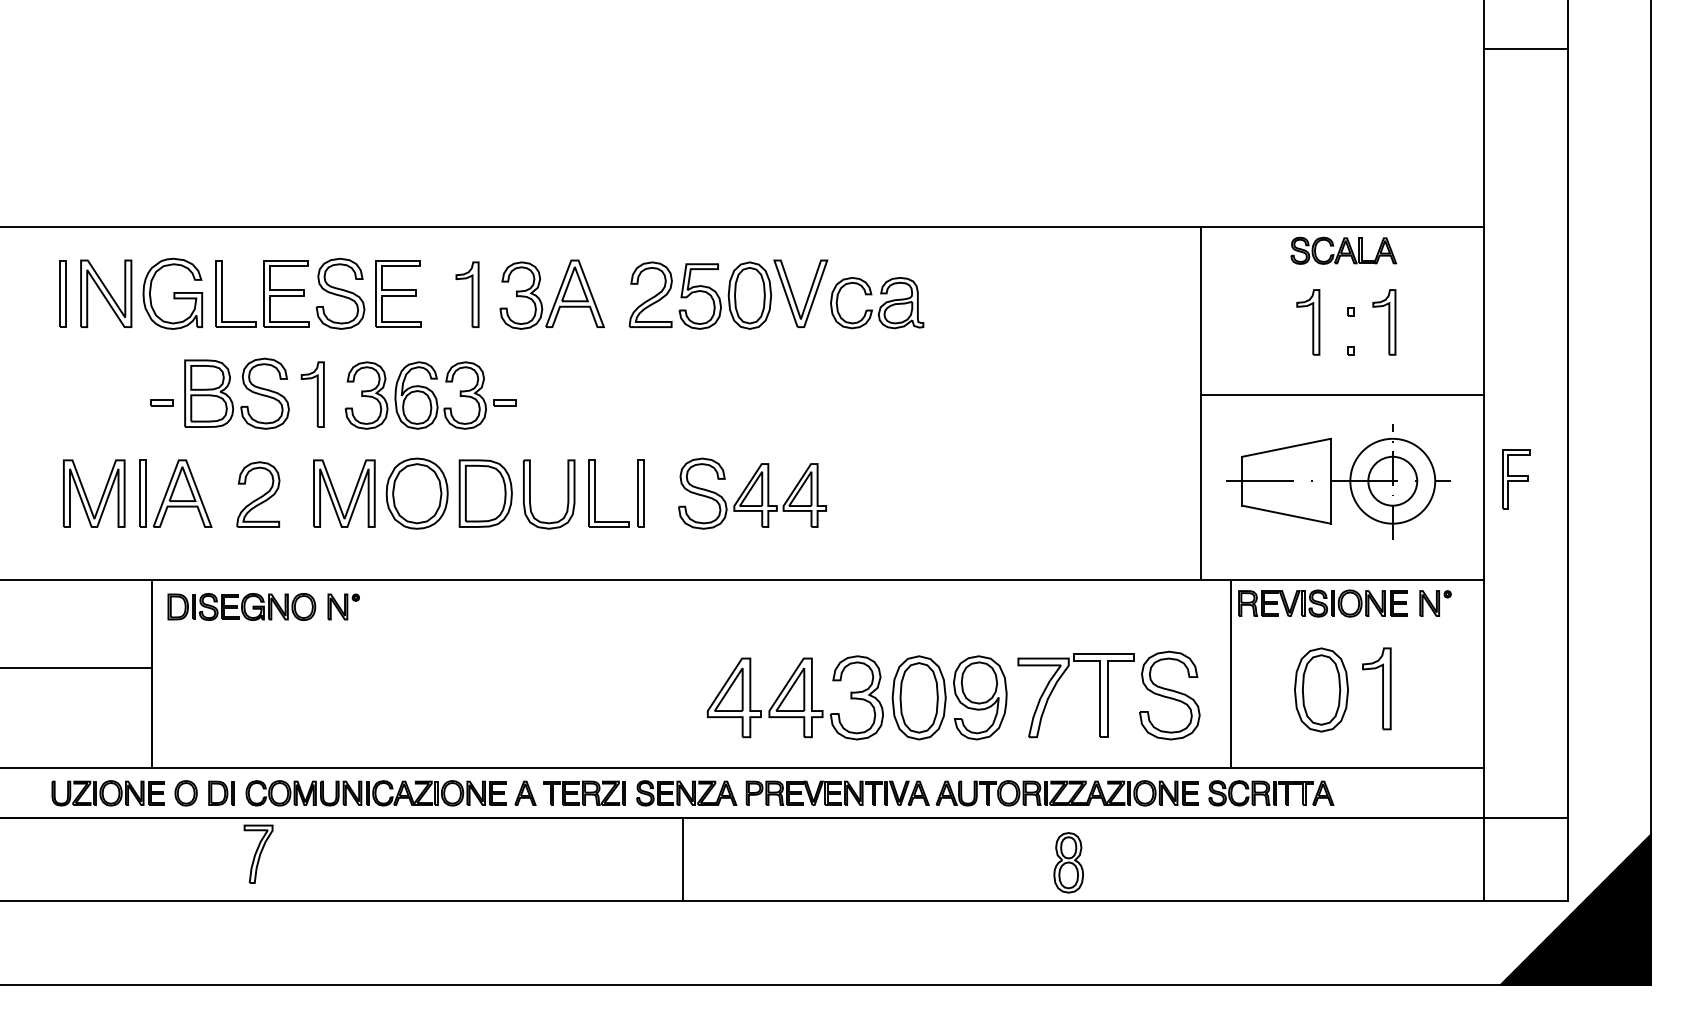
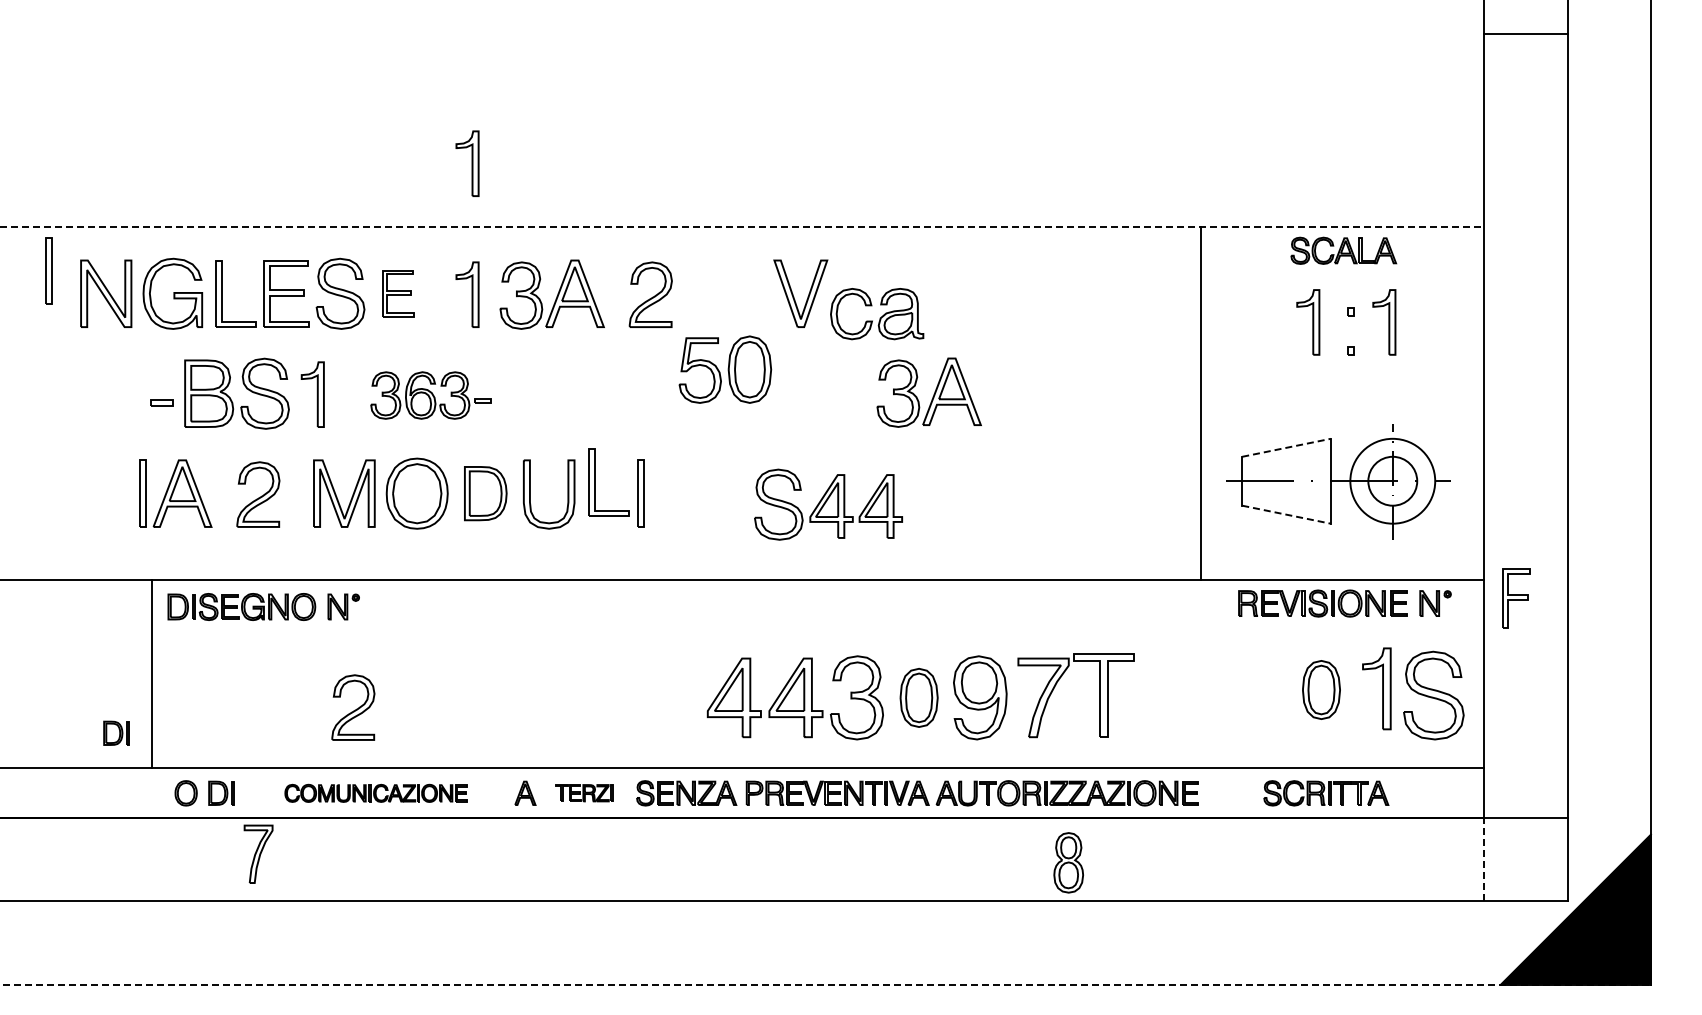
line at (1525, 49) position: (1525, 49) -> (1525, 34)
part at (467, 163): none -> present
line at (742, 226): solid -> dashed
part at (62, 293) position: (62, 293) -> (48, 270)
part at (398, 293) size: 47x68 px -> 33x48 px
part at (725, 295) position: (725, 295) -> (725, 369)
part at (877, 303) position: (877, 303) -> (877, 314)
part at (928, 392): none -> present
part at (430, 395) size: 173x69 px -> 122x49 px
line at (1342, 395): present -> none
line at (1286, 447): solid -> dashed
part at (1516, 479) position: (1516, 479) -> (1516, 598)
part at (485, 493) size: 55x69 px -> 44x56 px
part at (595, 493) position: (595, 493) -> (595, 482)
part at (752, 493) position: (752, 493) -> (828, 504)
part at (101, 496): present -> none
line at (1286, 514): solid -> dashed
line at (77, 668): present -> none
line at (1231, 673): present -> none
part at (1321, 689) size: 55x86 px -> 39x60 px
part at (1169, 695) position: (1169, 695) -> (1433, 695)
part at (918, 697) size: 56x86 px -> 40x60 px
part at (353, 707): none -> present
part at (116, 732): none -> present
part at (584, 792) size: 83x26 px -> 59x19 px
part at (107, 793): present -> none
part at (375, 793) size: 262x27 px -> 184x20 px
part at (1271, 793) position: (1271, 793) -> (1326, 793)
line at (682, 859): present -> none
line at (1484, 859): solid -> dashed
line at (825, 984): solid -> dashed
